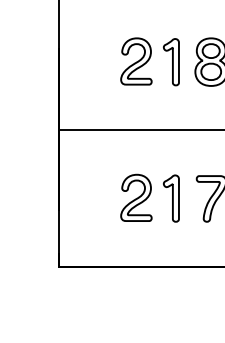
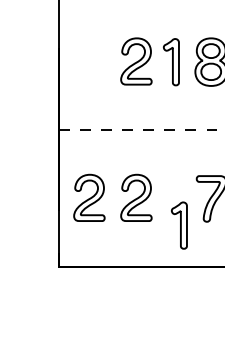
line at (141, 129): solid -> dashed
part at (89, 197): none -> present
part at (171, 198) position: (171, 198) -> (179, 225)
